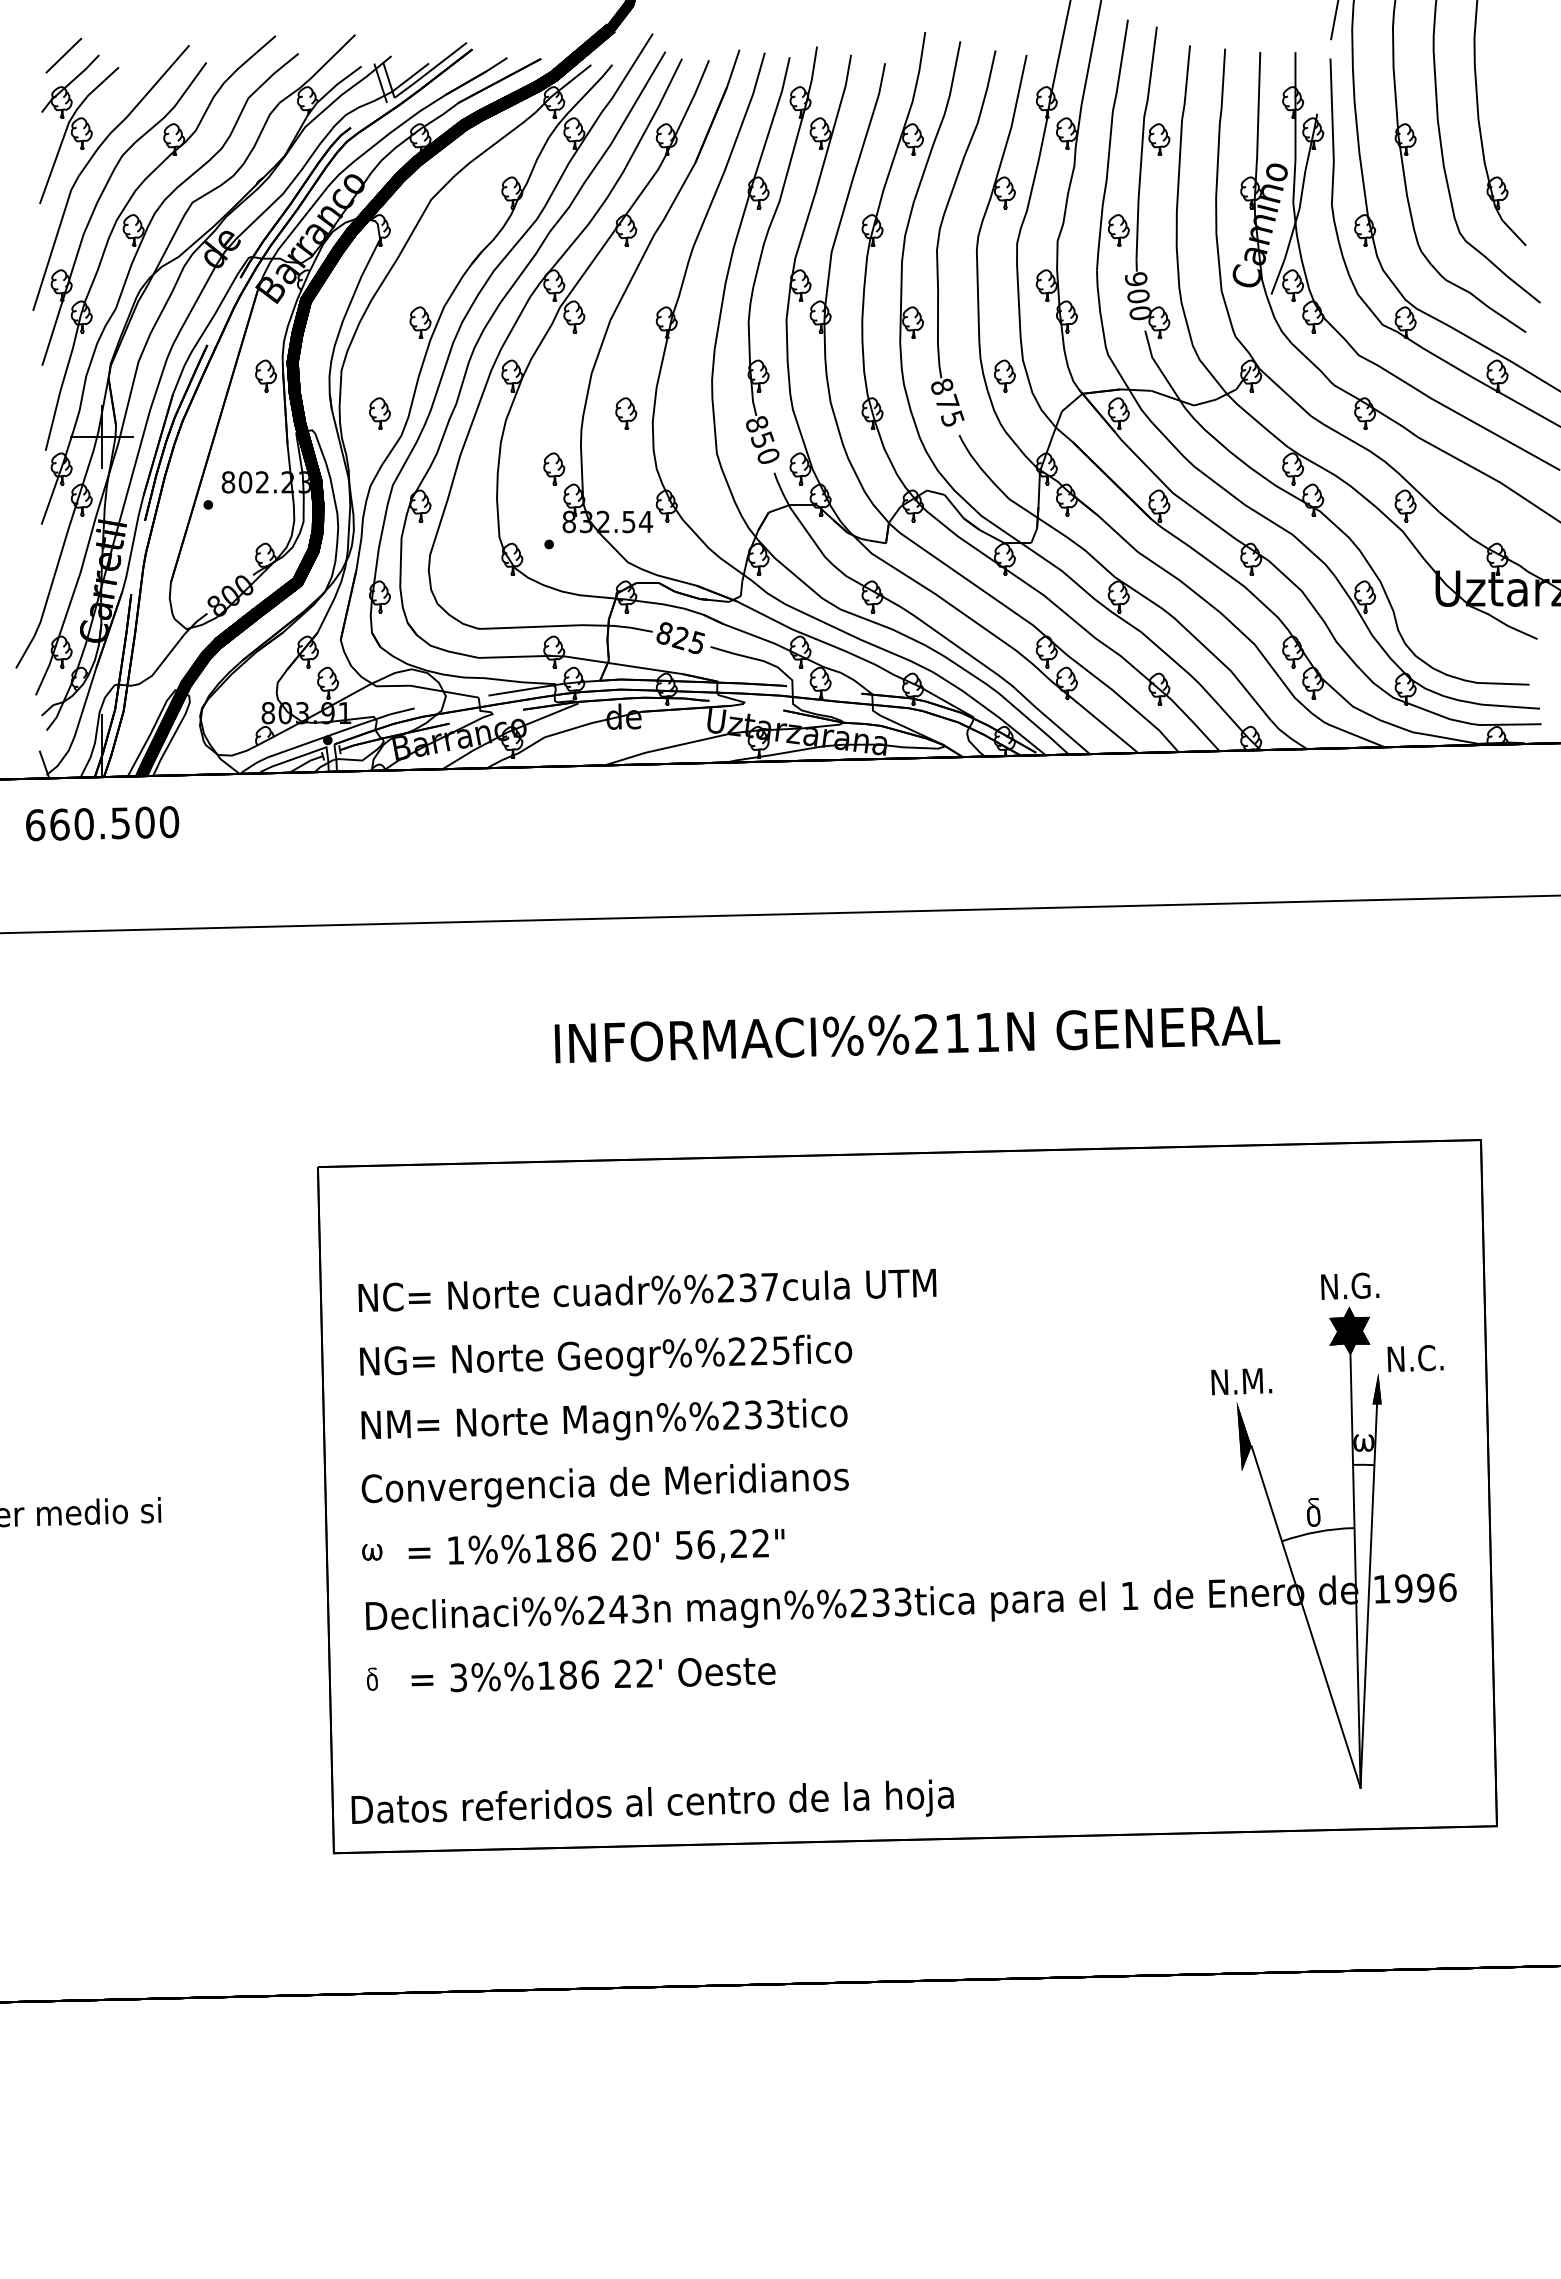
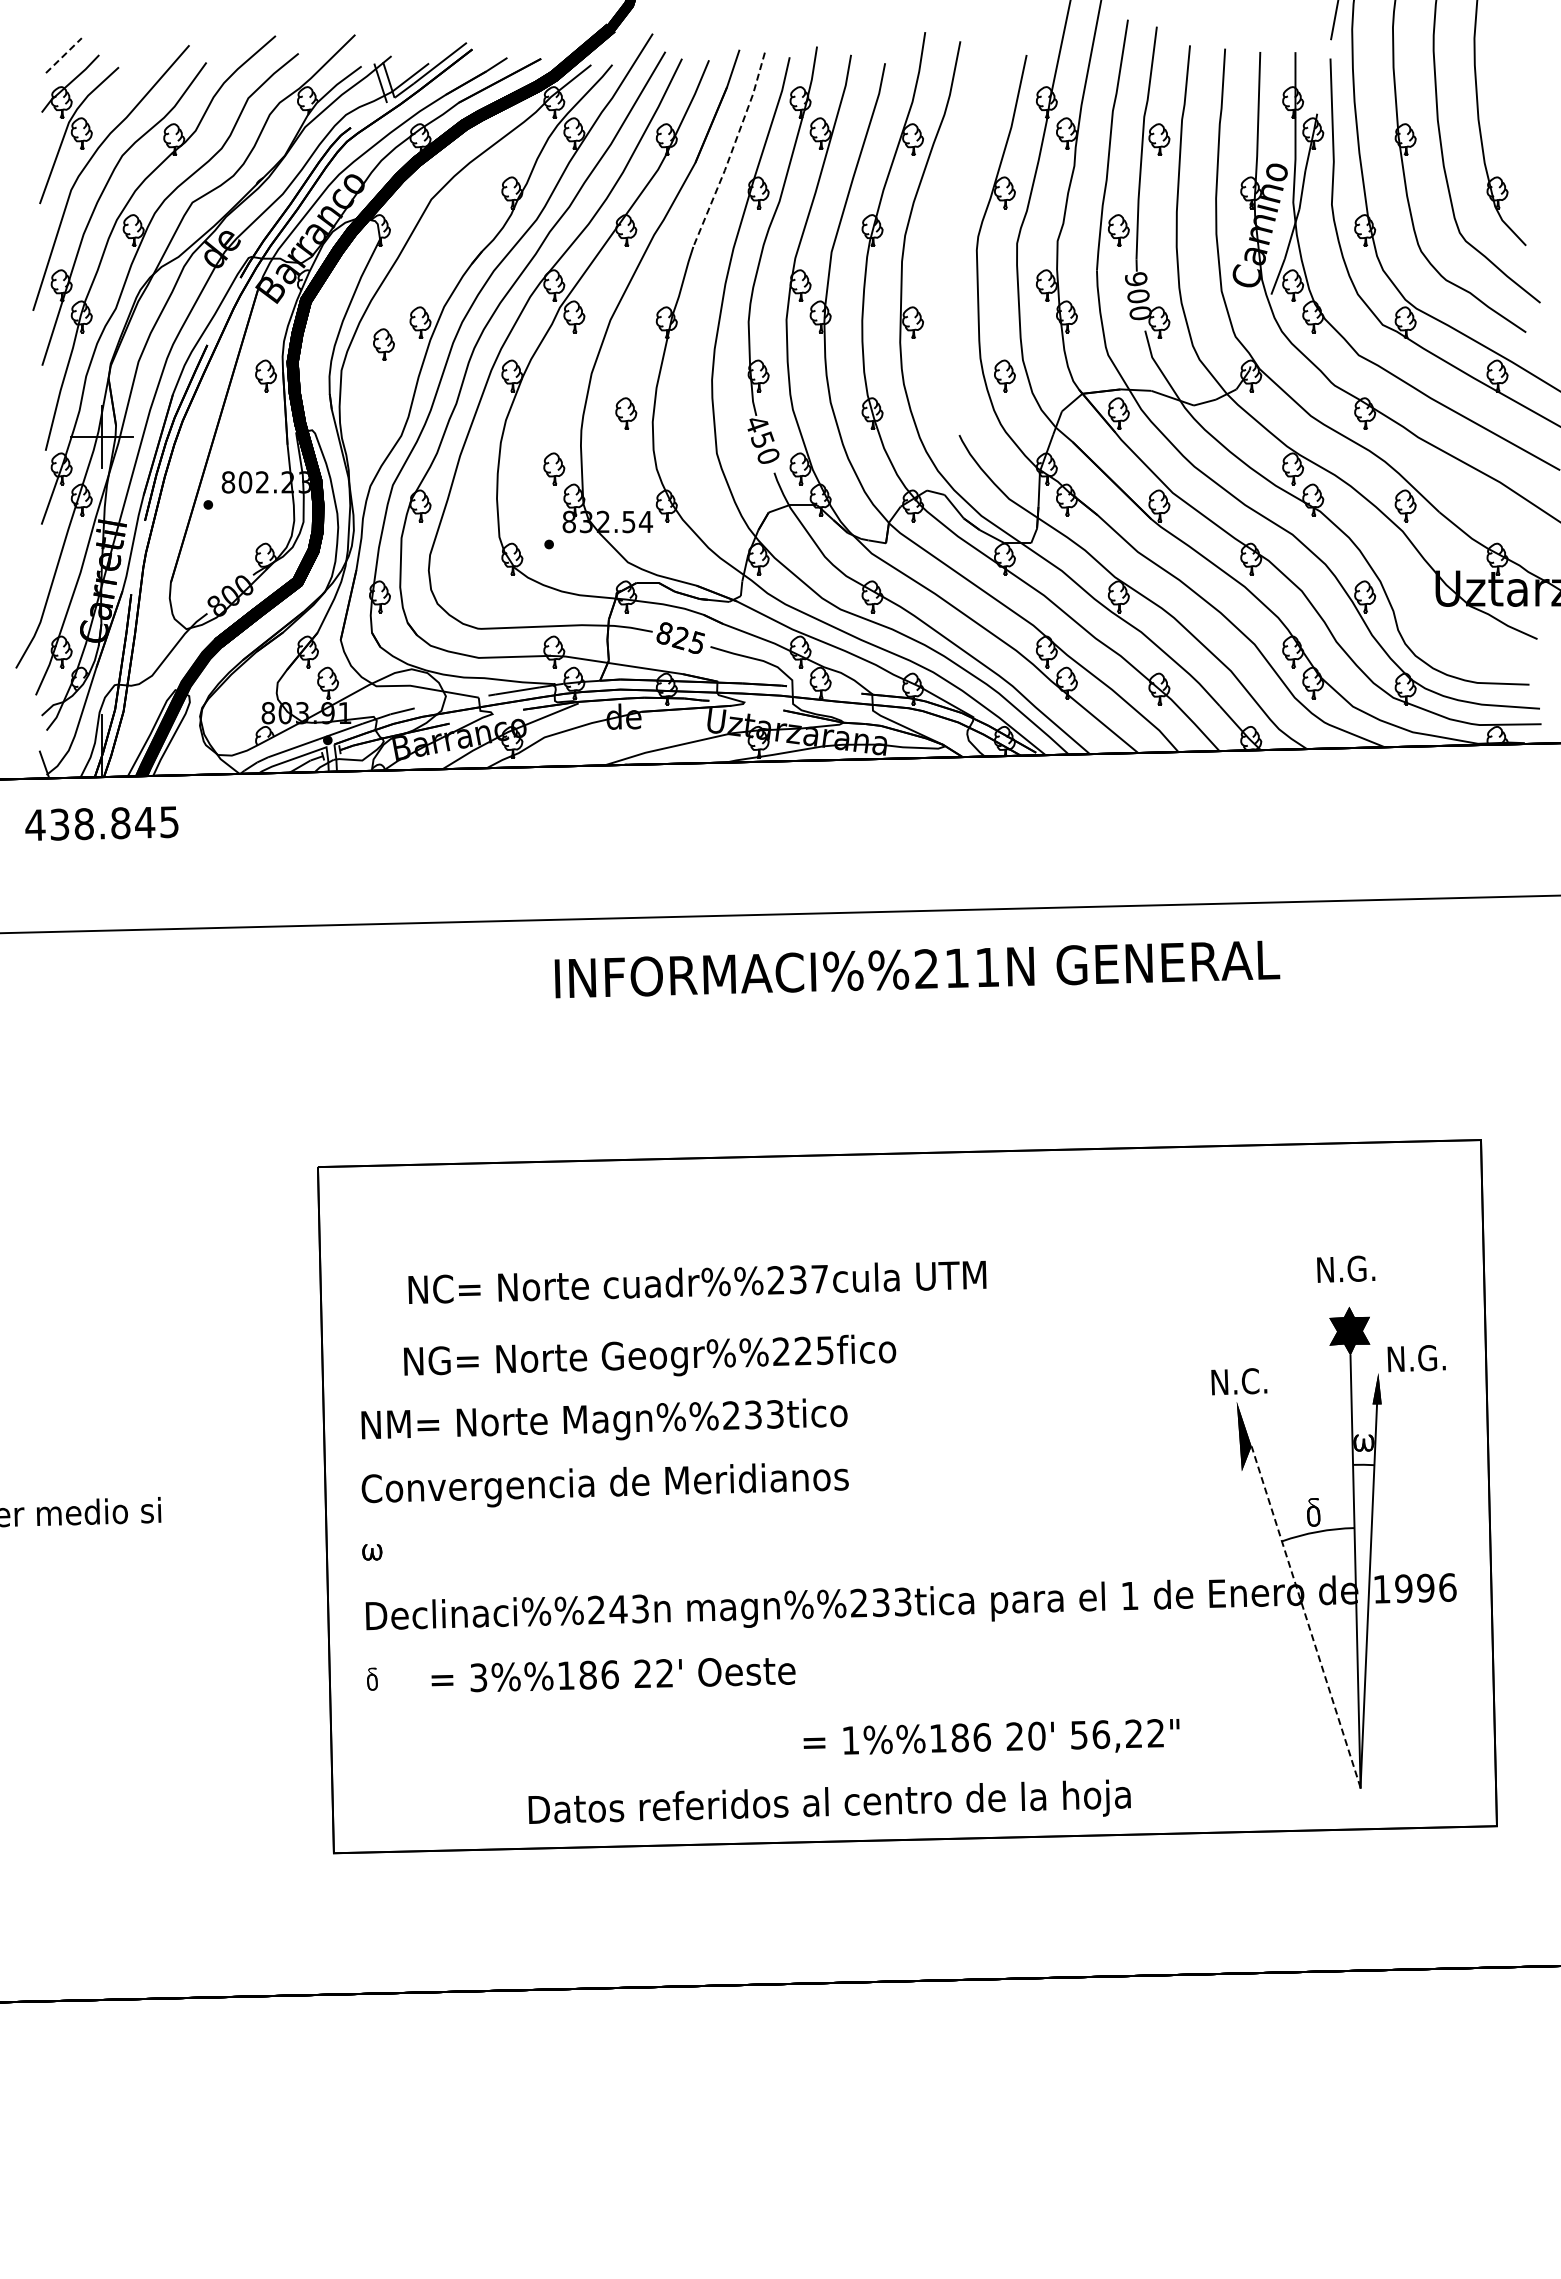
line at (63, 55): solid -> dashed
line at (732, 150): solid -> dashed
part at (940, 233): present -> none
part at (379, 413) position: (379, 413) -> (383, 344)
text at (757, 424): 850 -> 450
text at (102, 823): 660.500 -> 438.845
text at (917, 1034) position: (917, 1034) -> (917, 969)
text at (1350, 1285) position: (1350, 1285) -> (1346, 1268)
text at (647, 1289) position: (647, 1289) -> (697, 1281)
text at (606, 1355) position: (606, 1355) -> (650, 1355)
text at (1437, 1357): N.C. -> N.G.
text at (1256, 1381): N.M. -> N.C.
text at (596, 1546) position: (596, 1546) -> (991, 1736)
line at (1305, 1616): solid -> dashed
text at (593, 1675) position: (593, 1675) -> (613, 1675)
text at (652, 1801) position: (652, 1801) -> (829, 1801)
